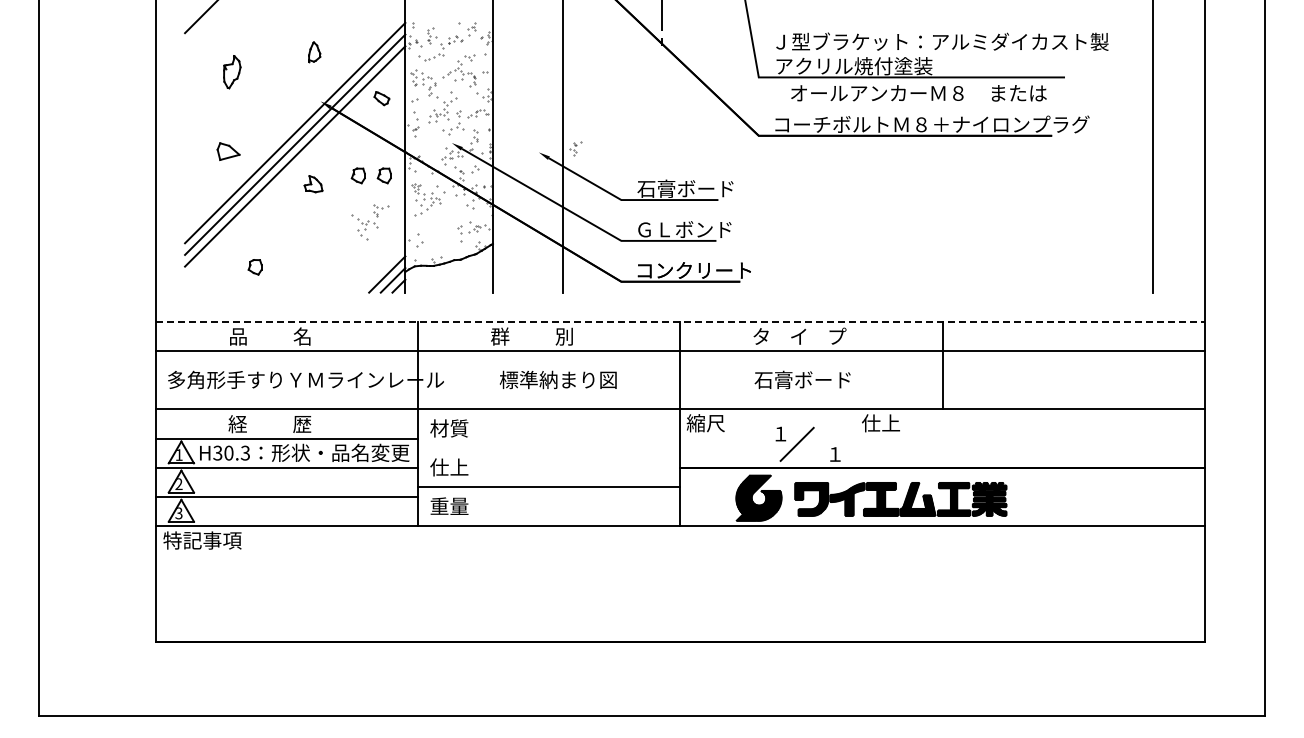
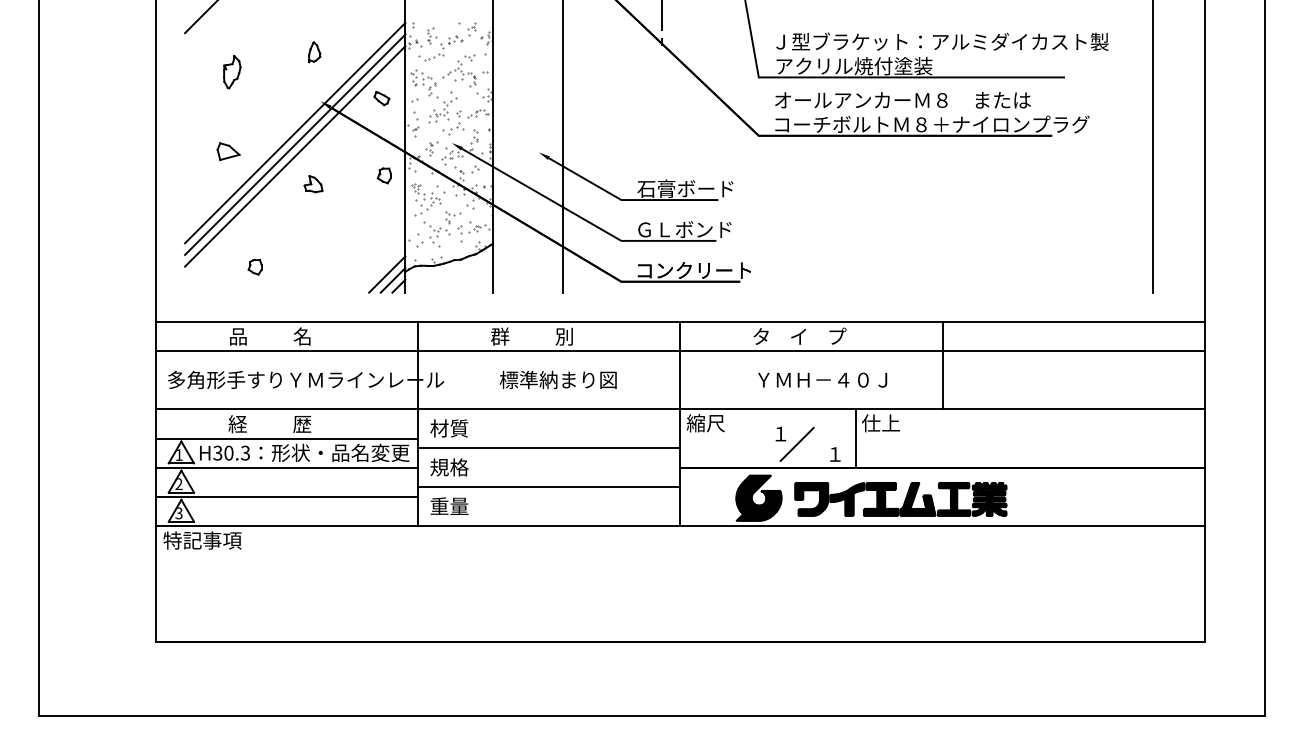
text at (918, 93) position: (918, 93) -> (902, 100)
part at (575, 148) position: (575, 148) -> (431, 148)
part at (357, 175): present -> none
part at (370, 222) position: (370, 222) -> (442, 229)
line at (680, 321): dashed -> solid
text at (820, 379): 石膏ボード -> ＹＭＨ－４０Ｊ
line at (855, 438): none -> present
line at (548, 448): none -> present
text at (449, 467): 仕上 -> 規格
